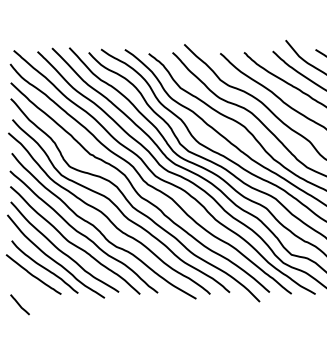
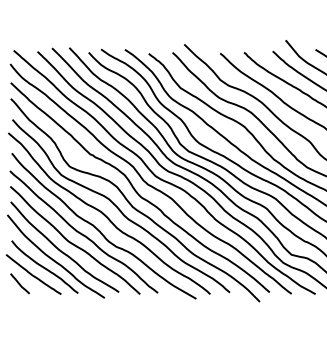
line at (19, 304) position: (19, 304) -> (19, 283)
